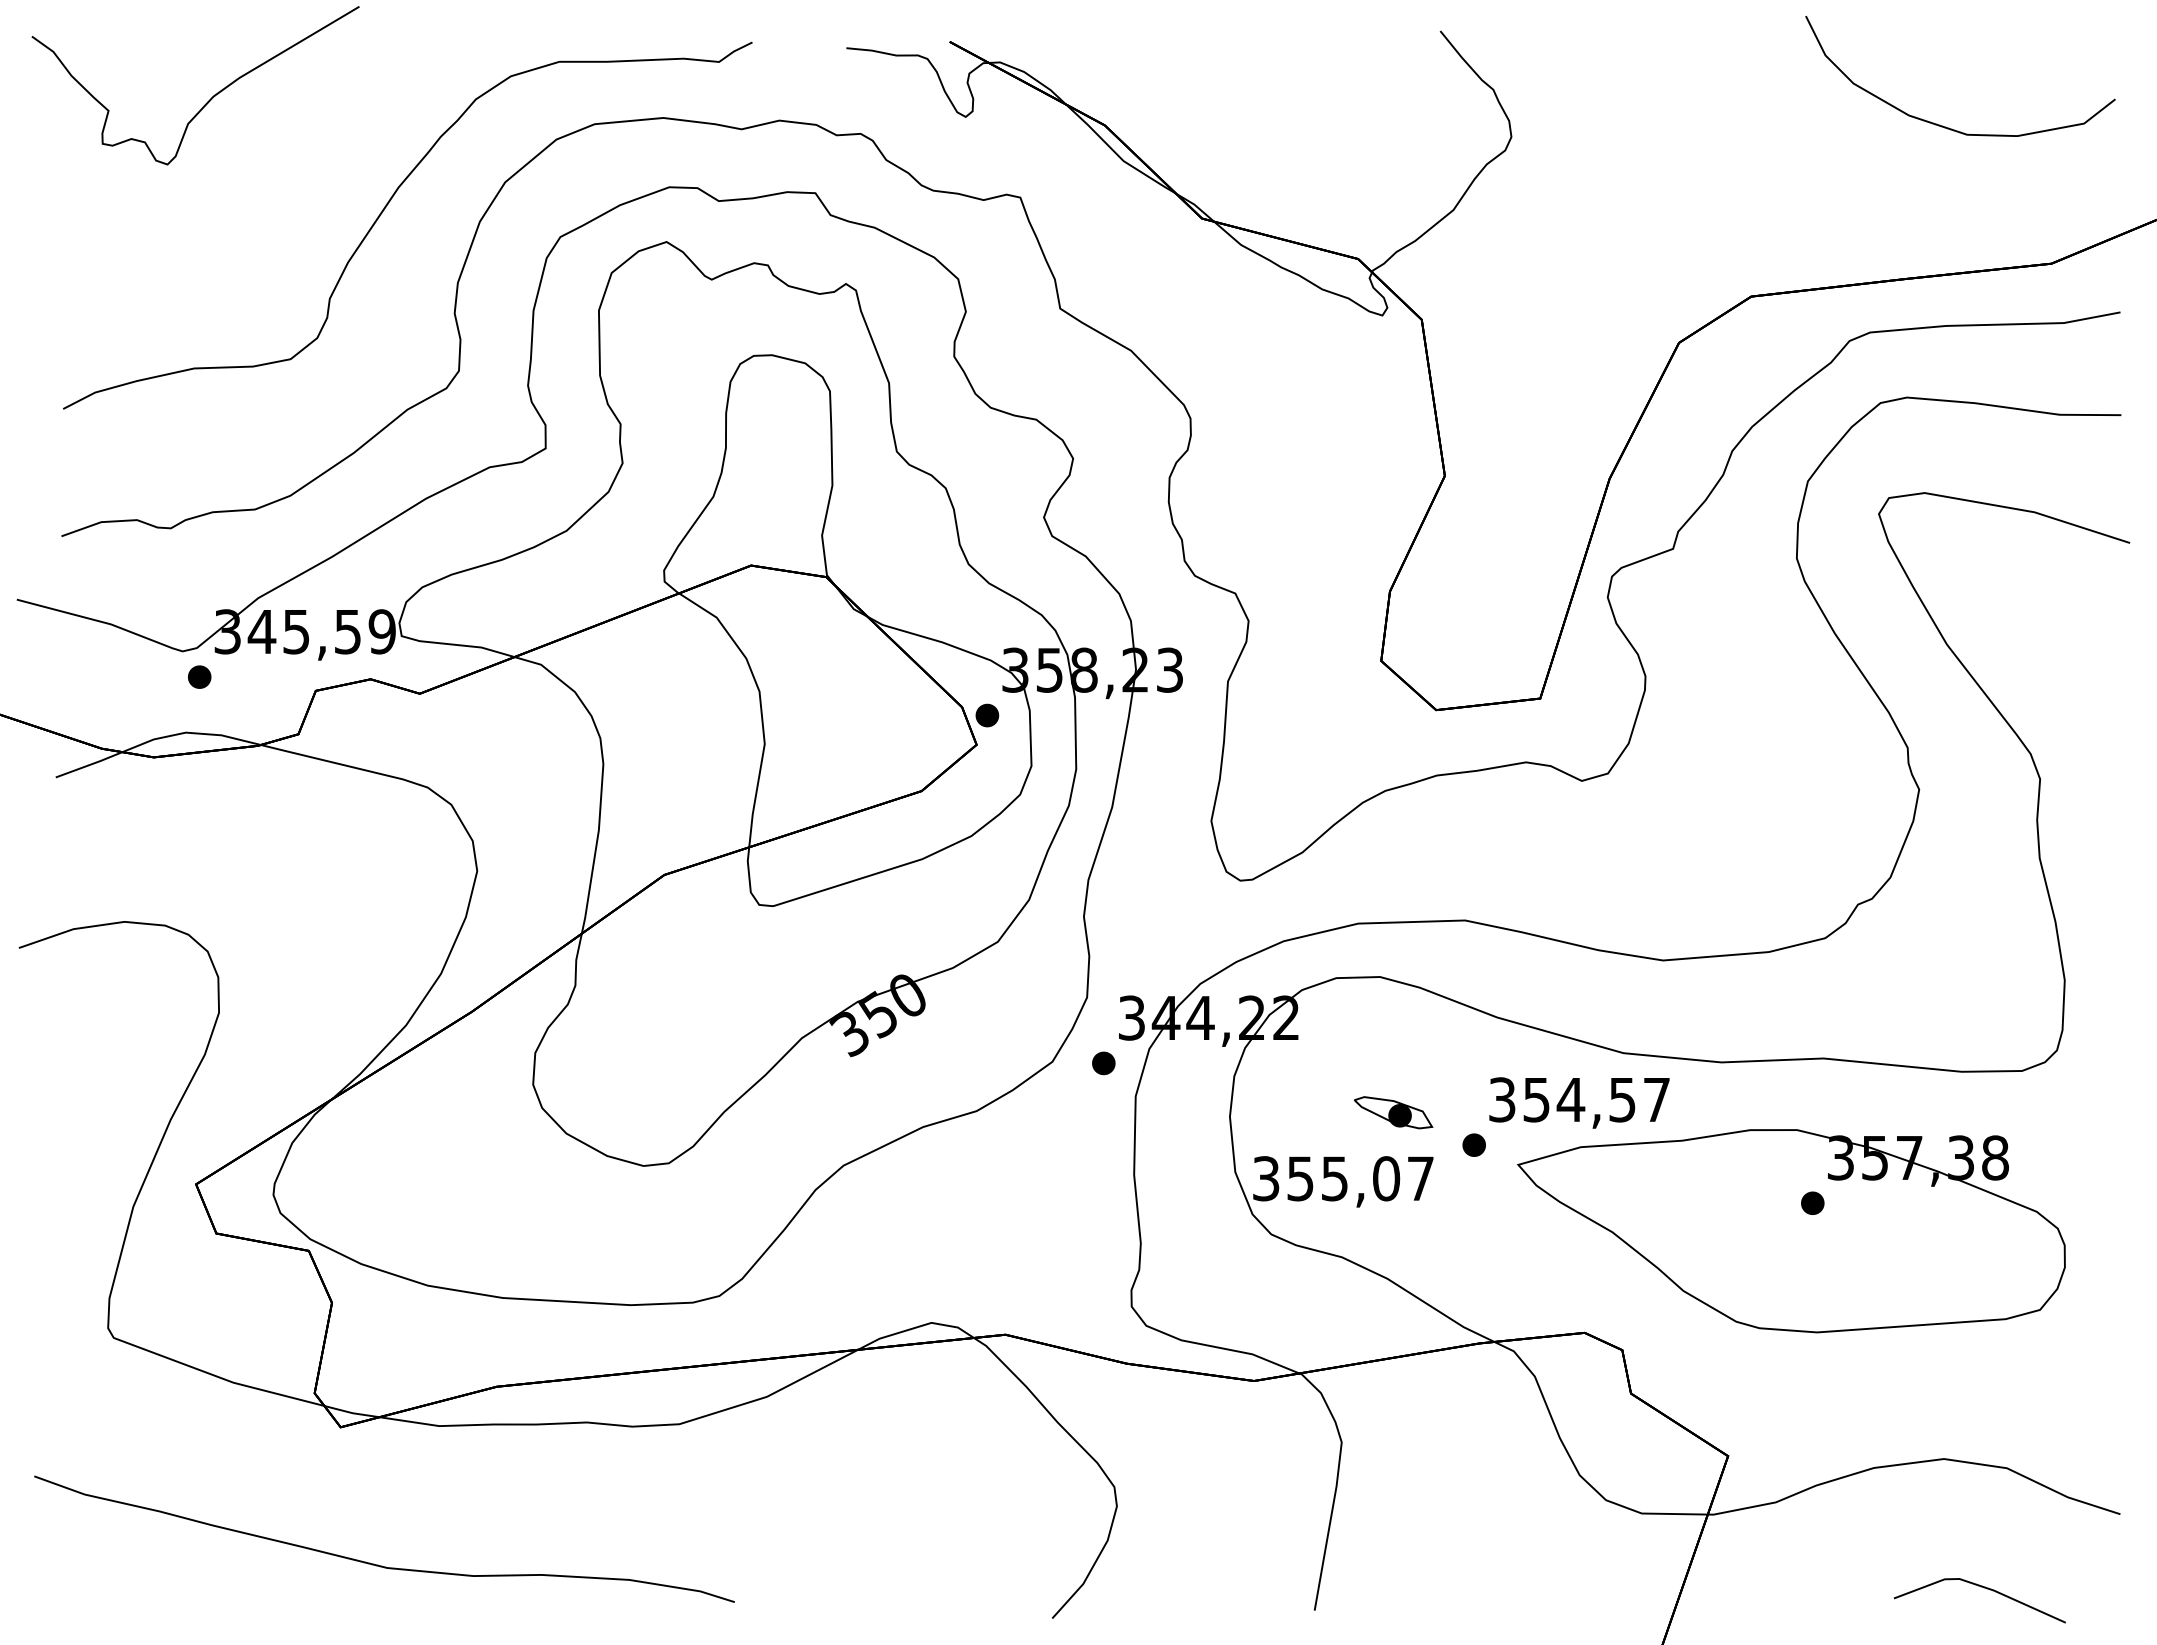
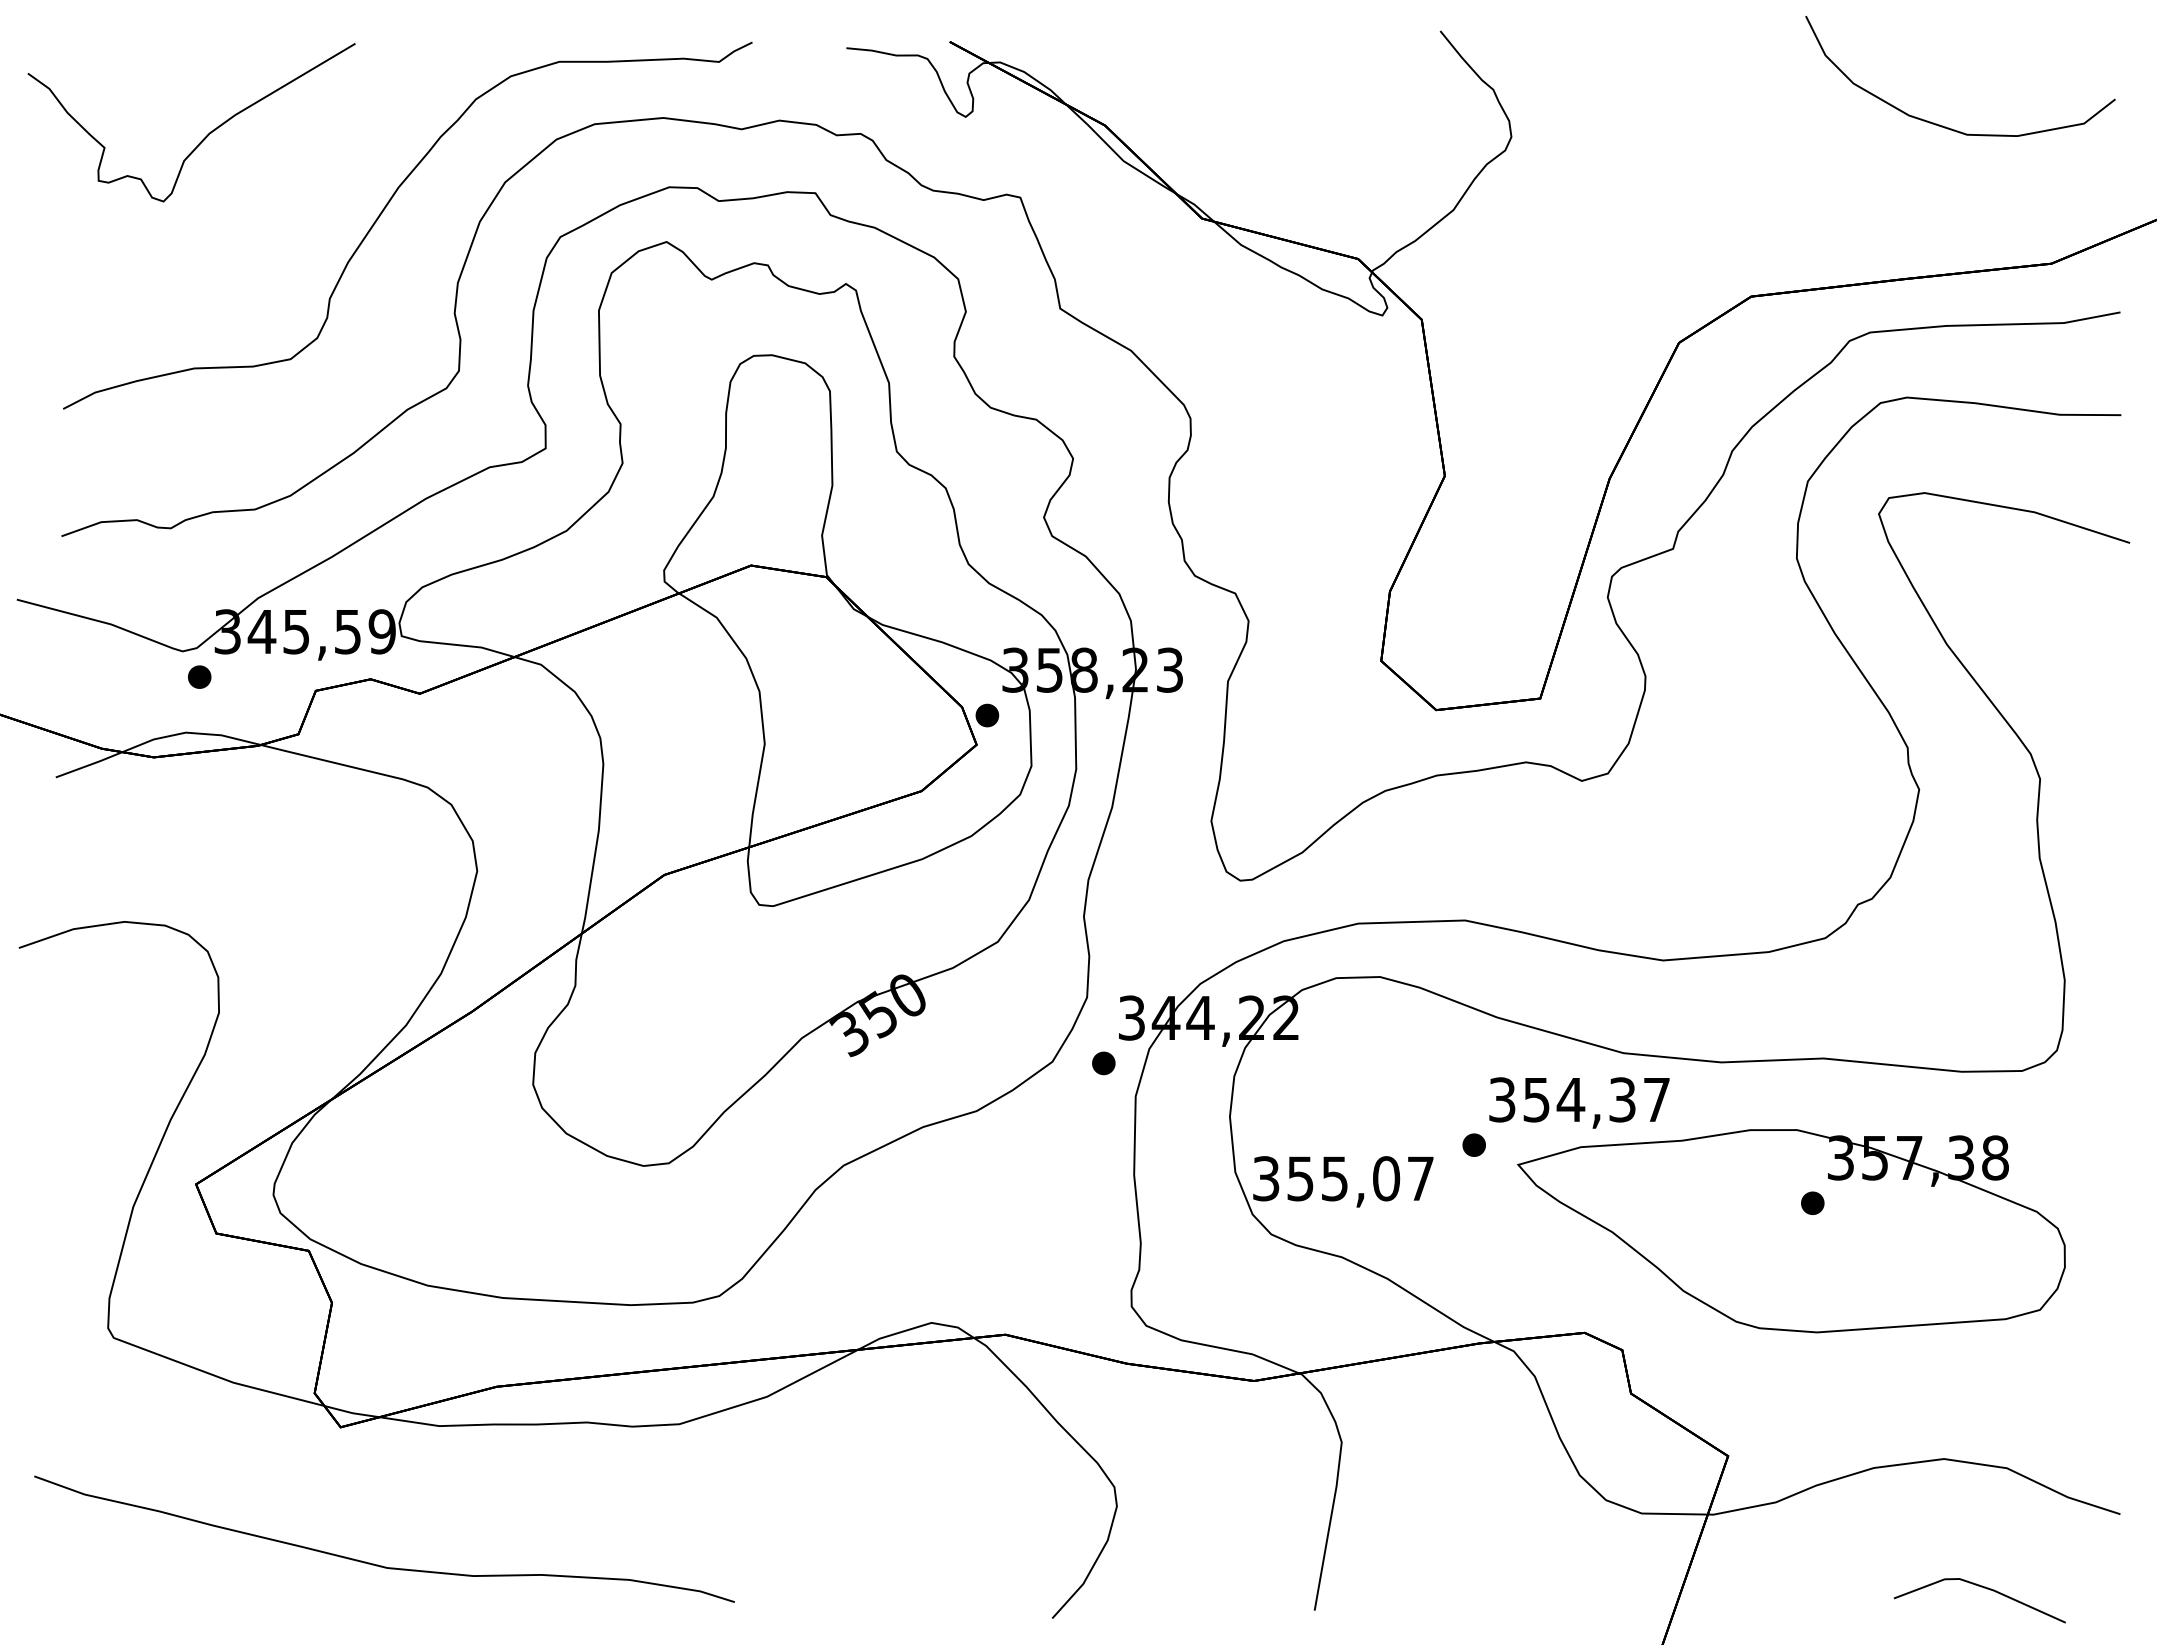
part at (209, 99) position: (209, 99) -> (205, 136)
text at (1622, 1099): 354,57 -> 354,37
part at (1393, 1112): present -> none
